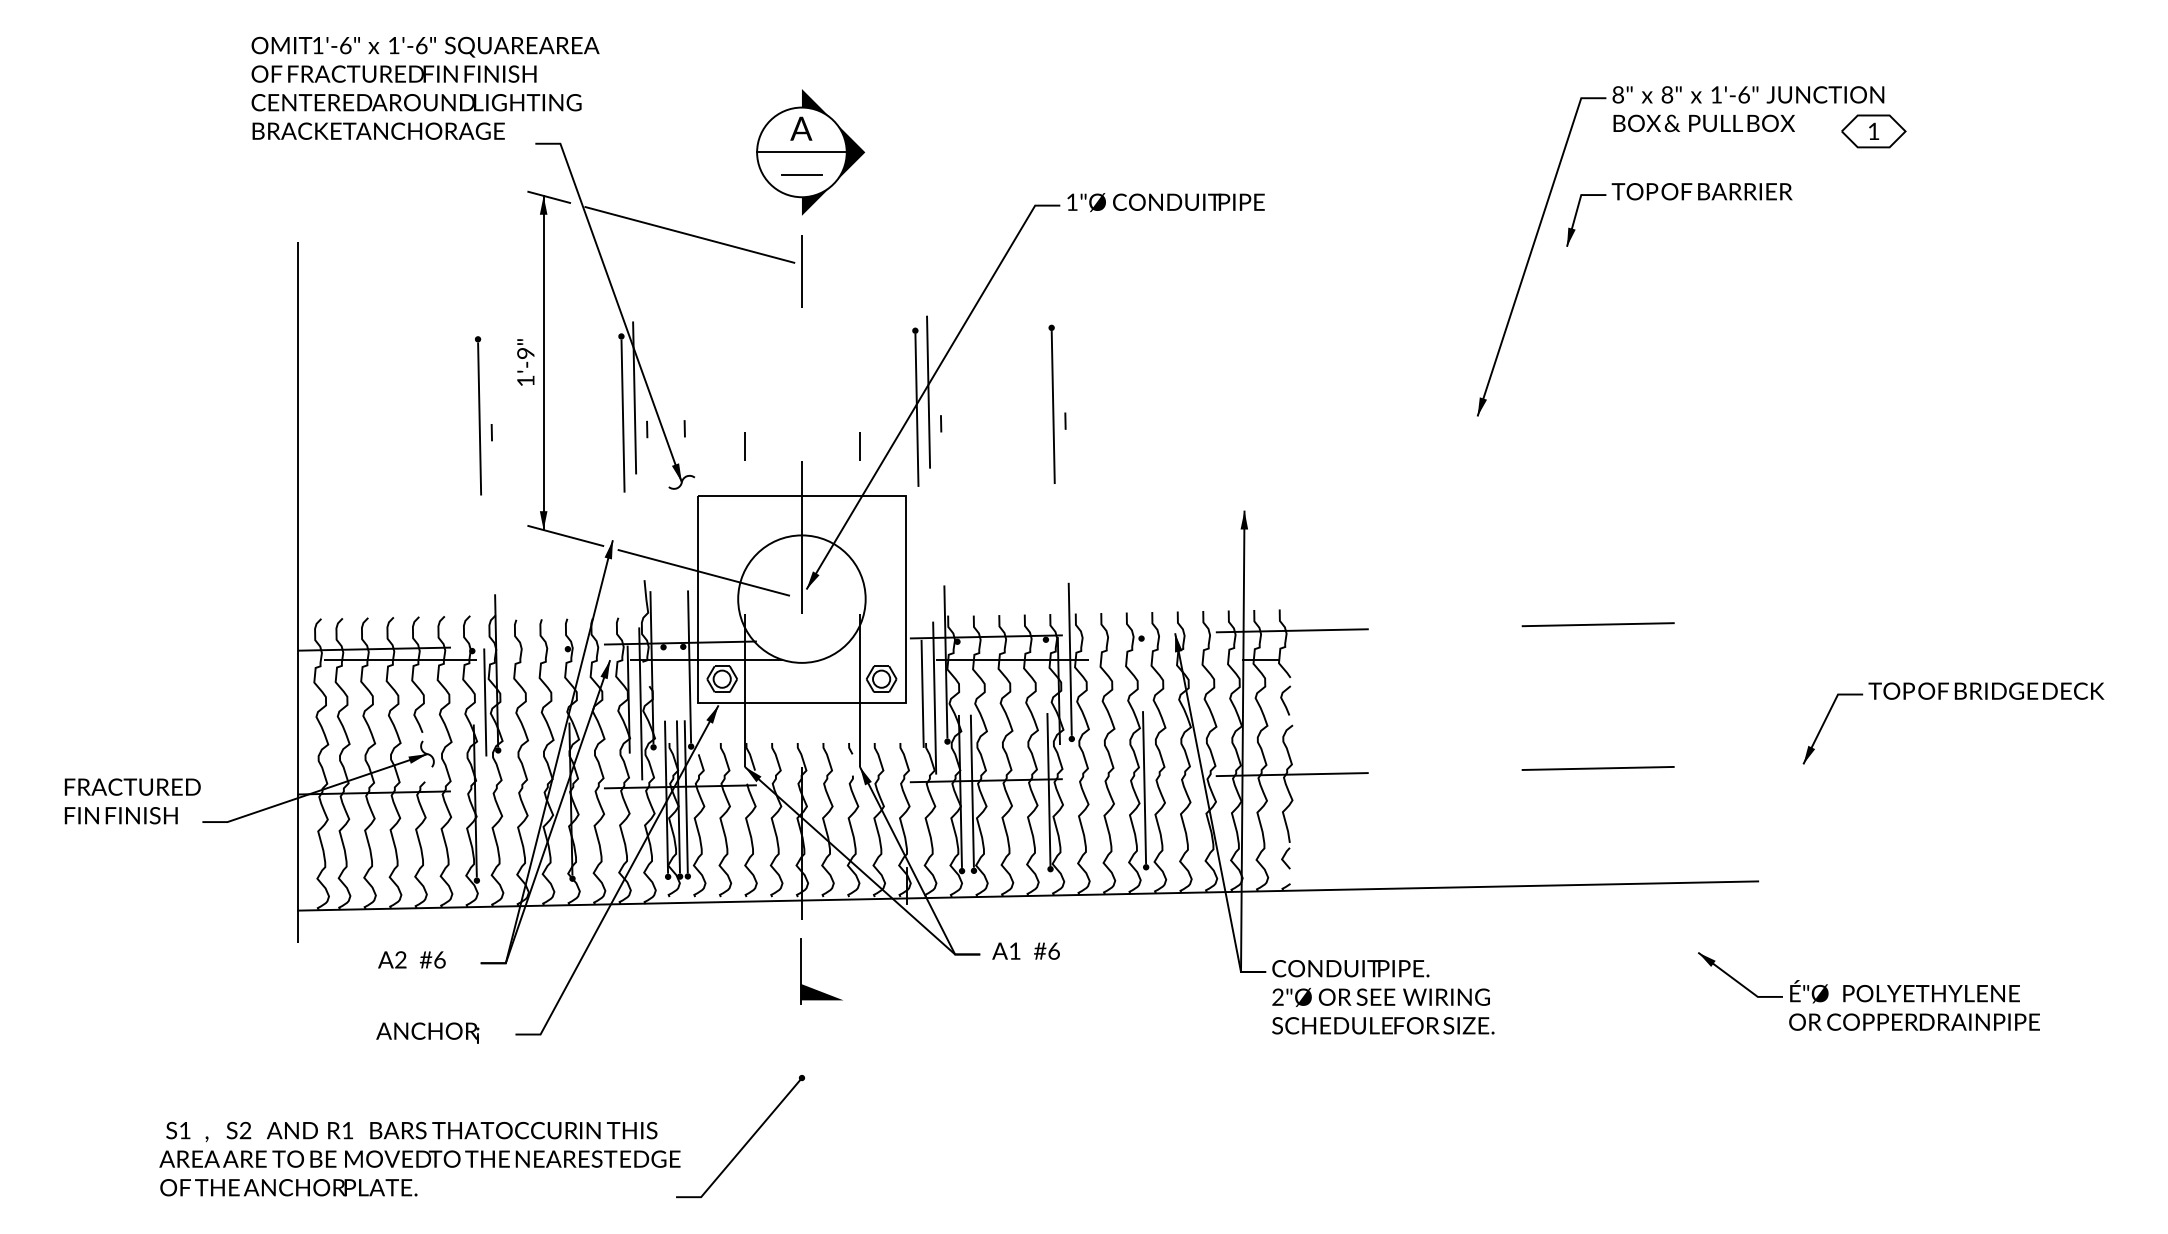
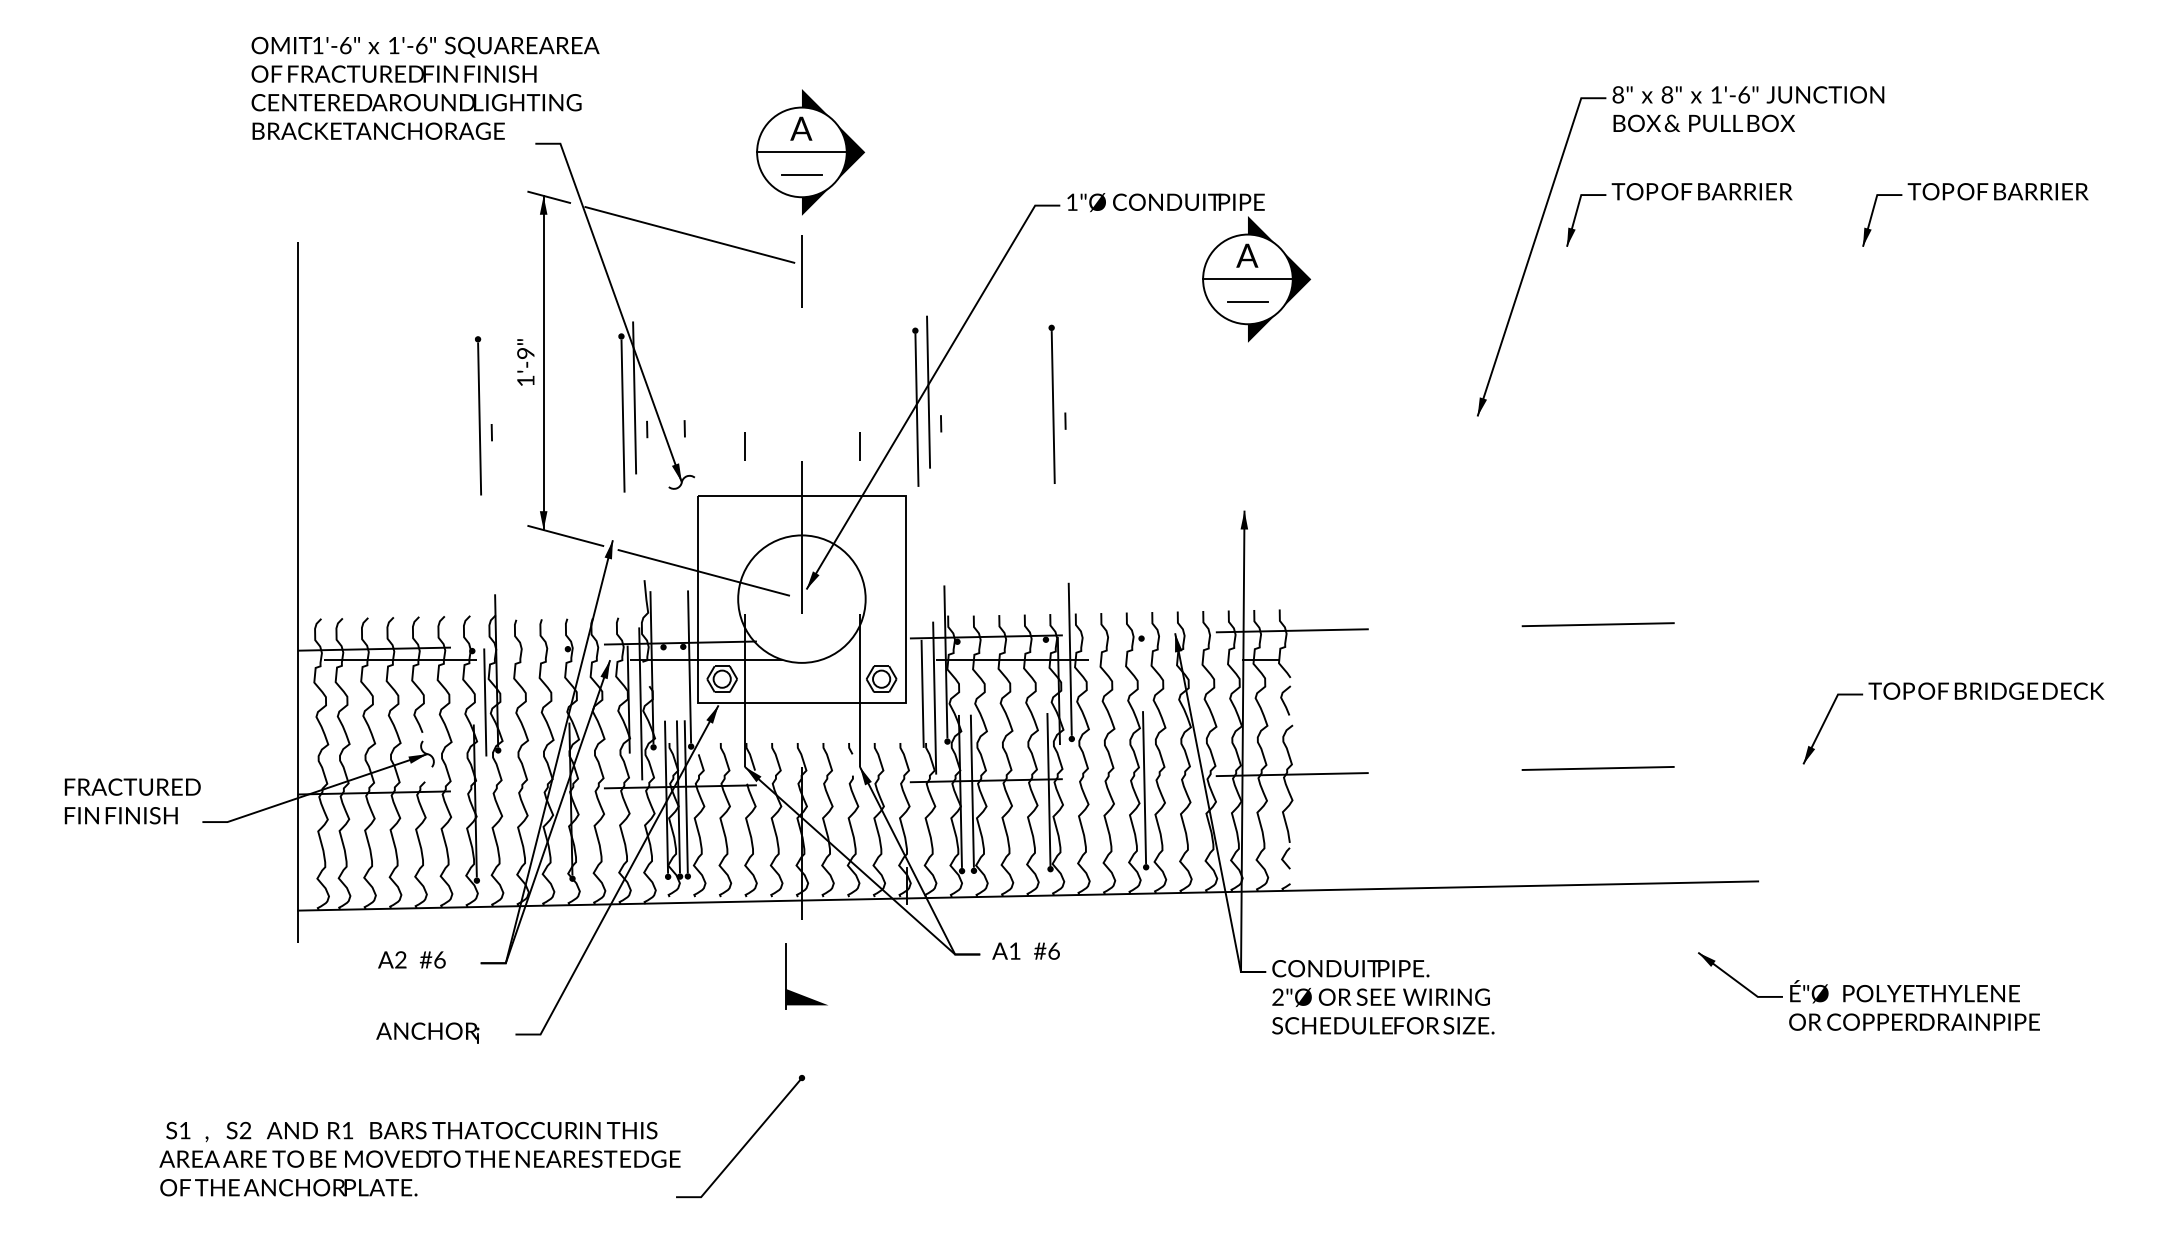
part at (1873, 131): present -> none
part at (1978, 200): none -> present
part at (1256, 279): none -> present
part at (813, 988) position: (813, 988) -> (798, 993)
